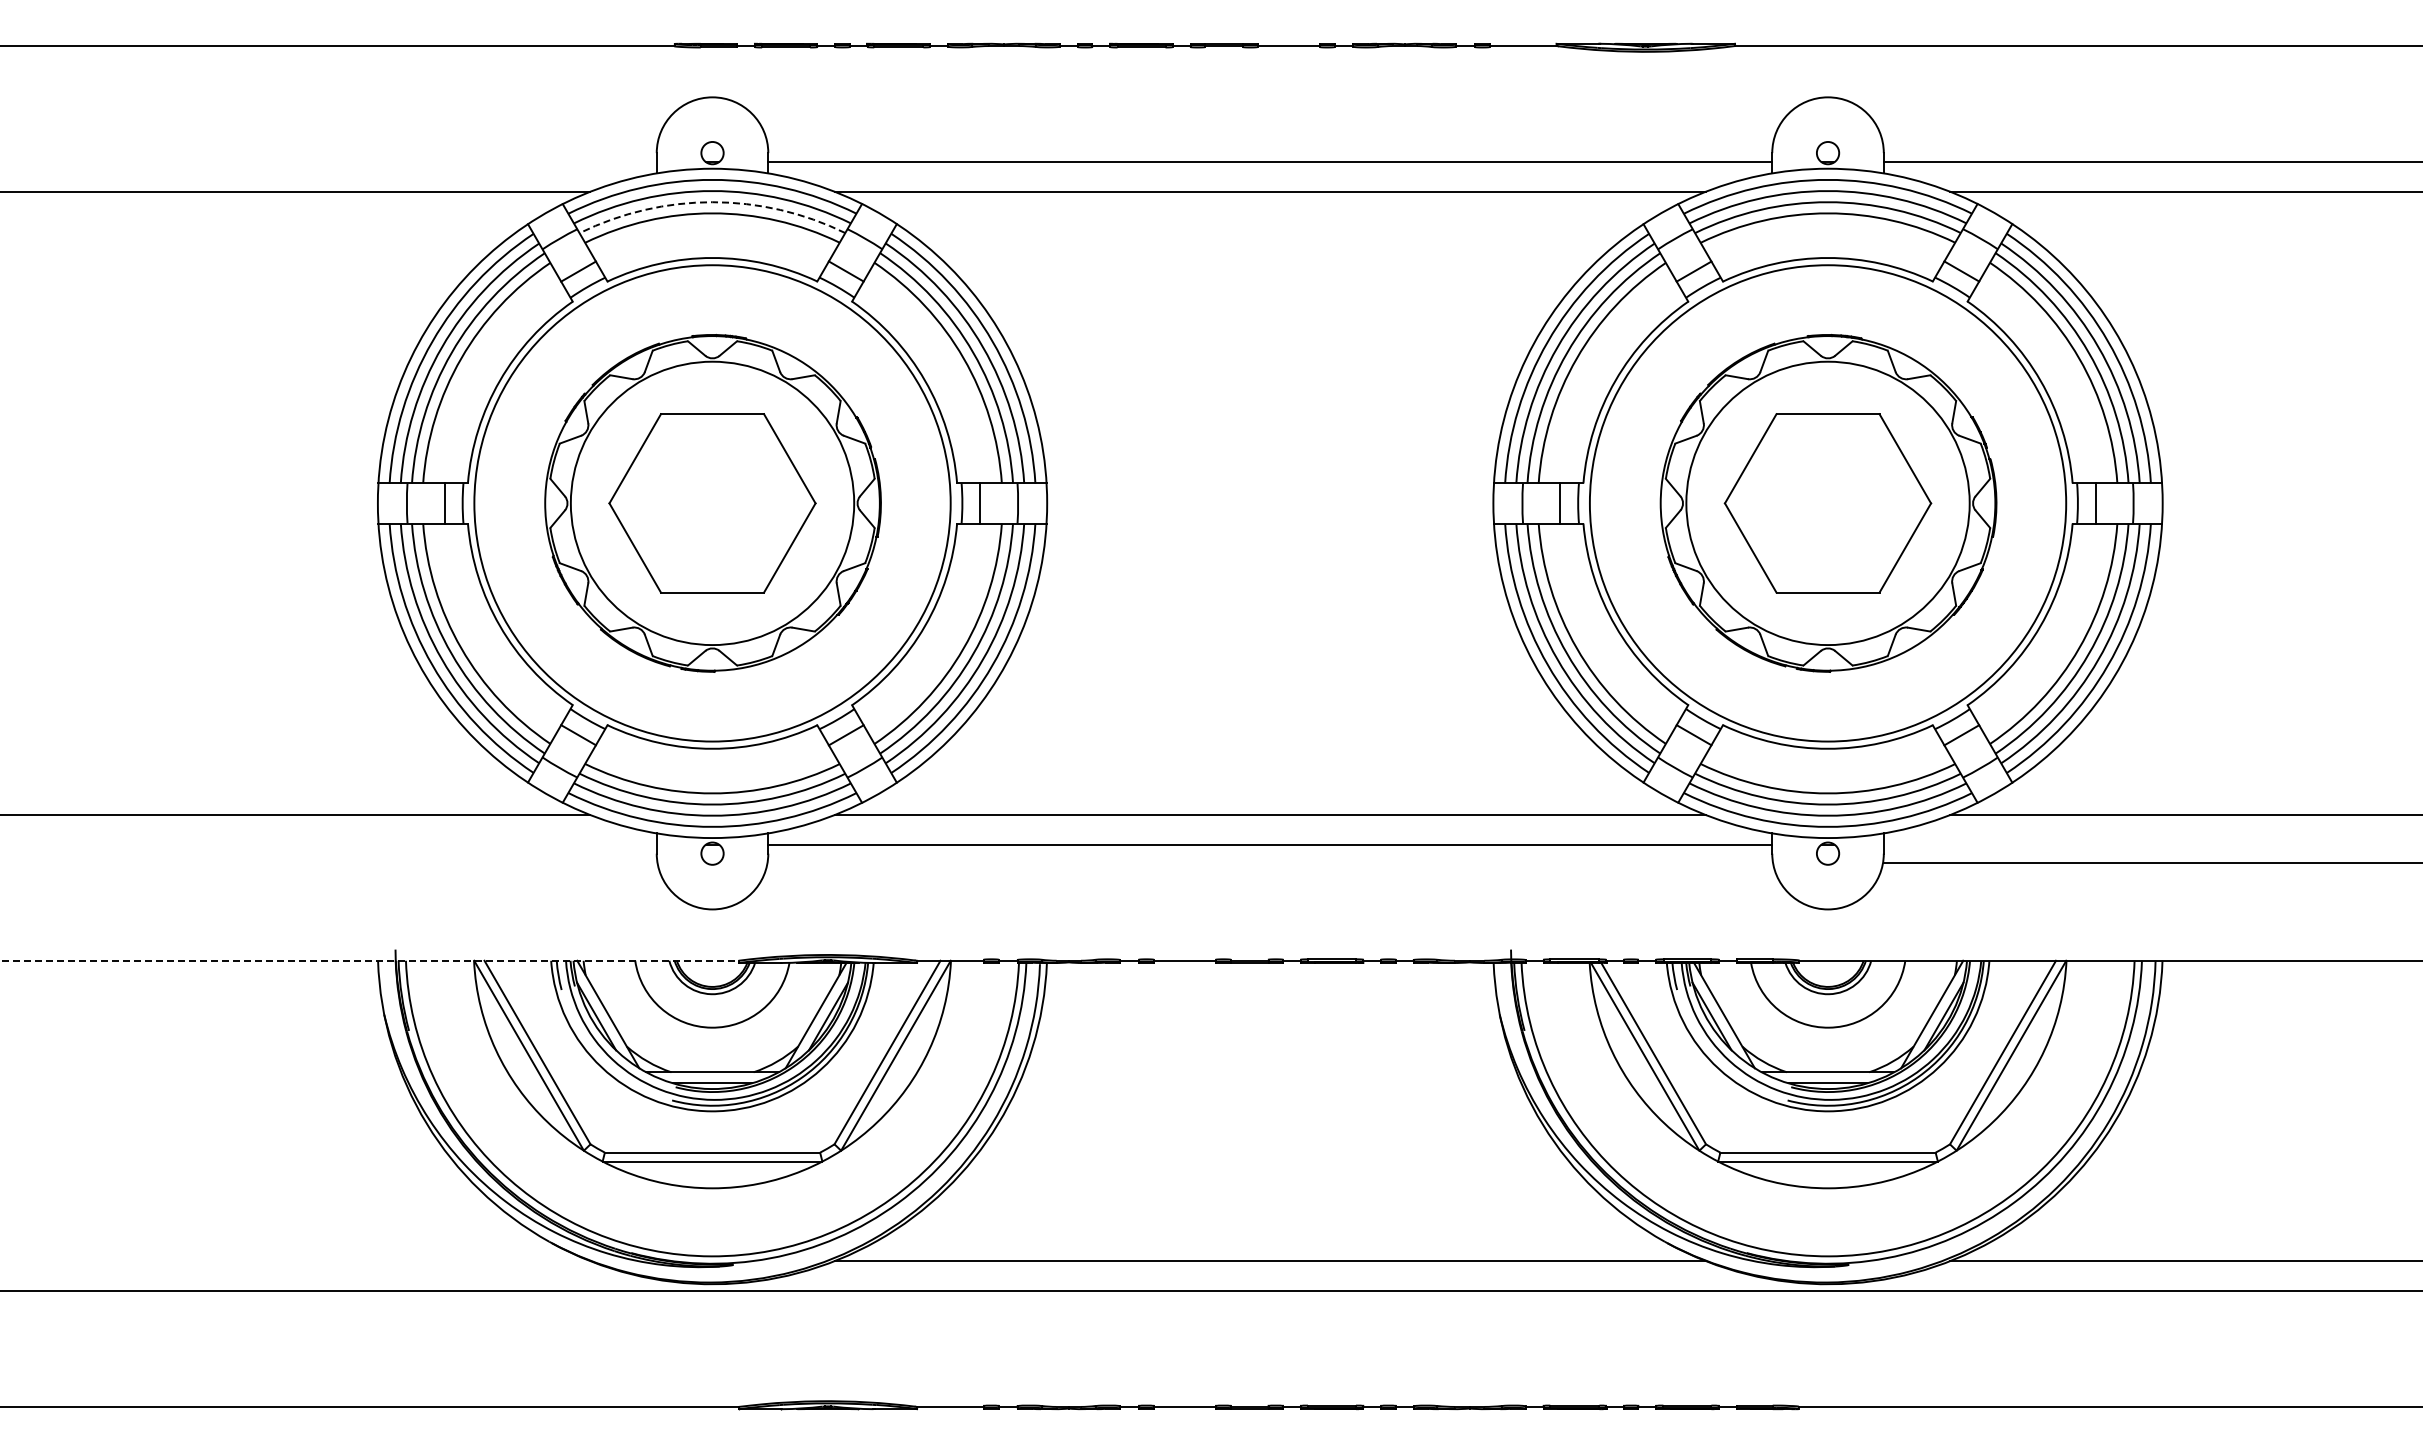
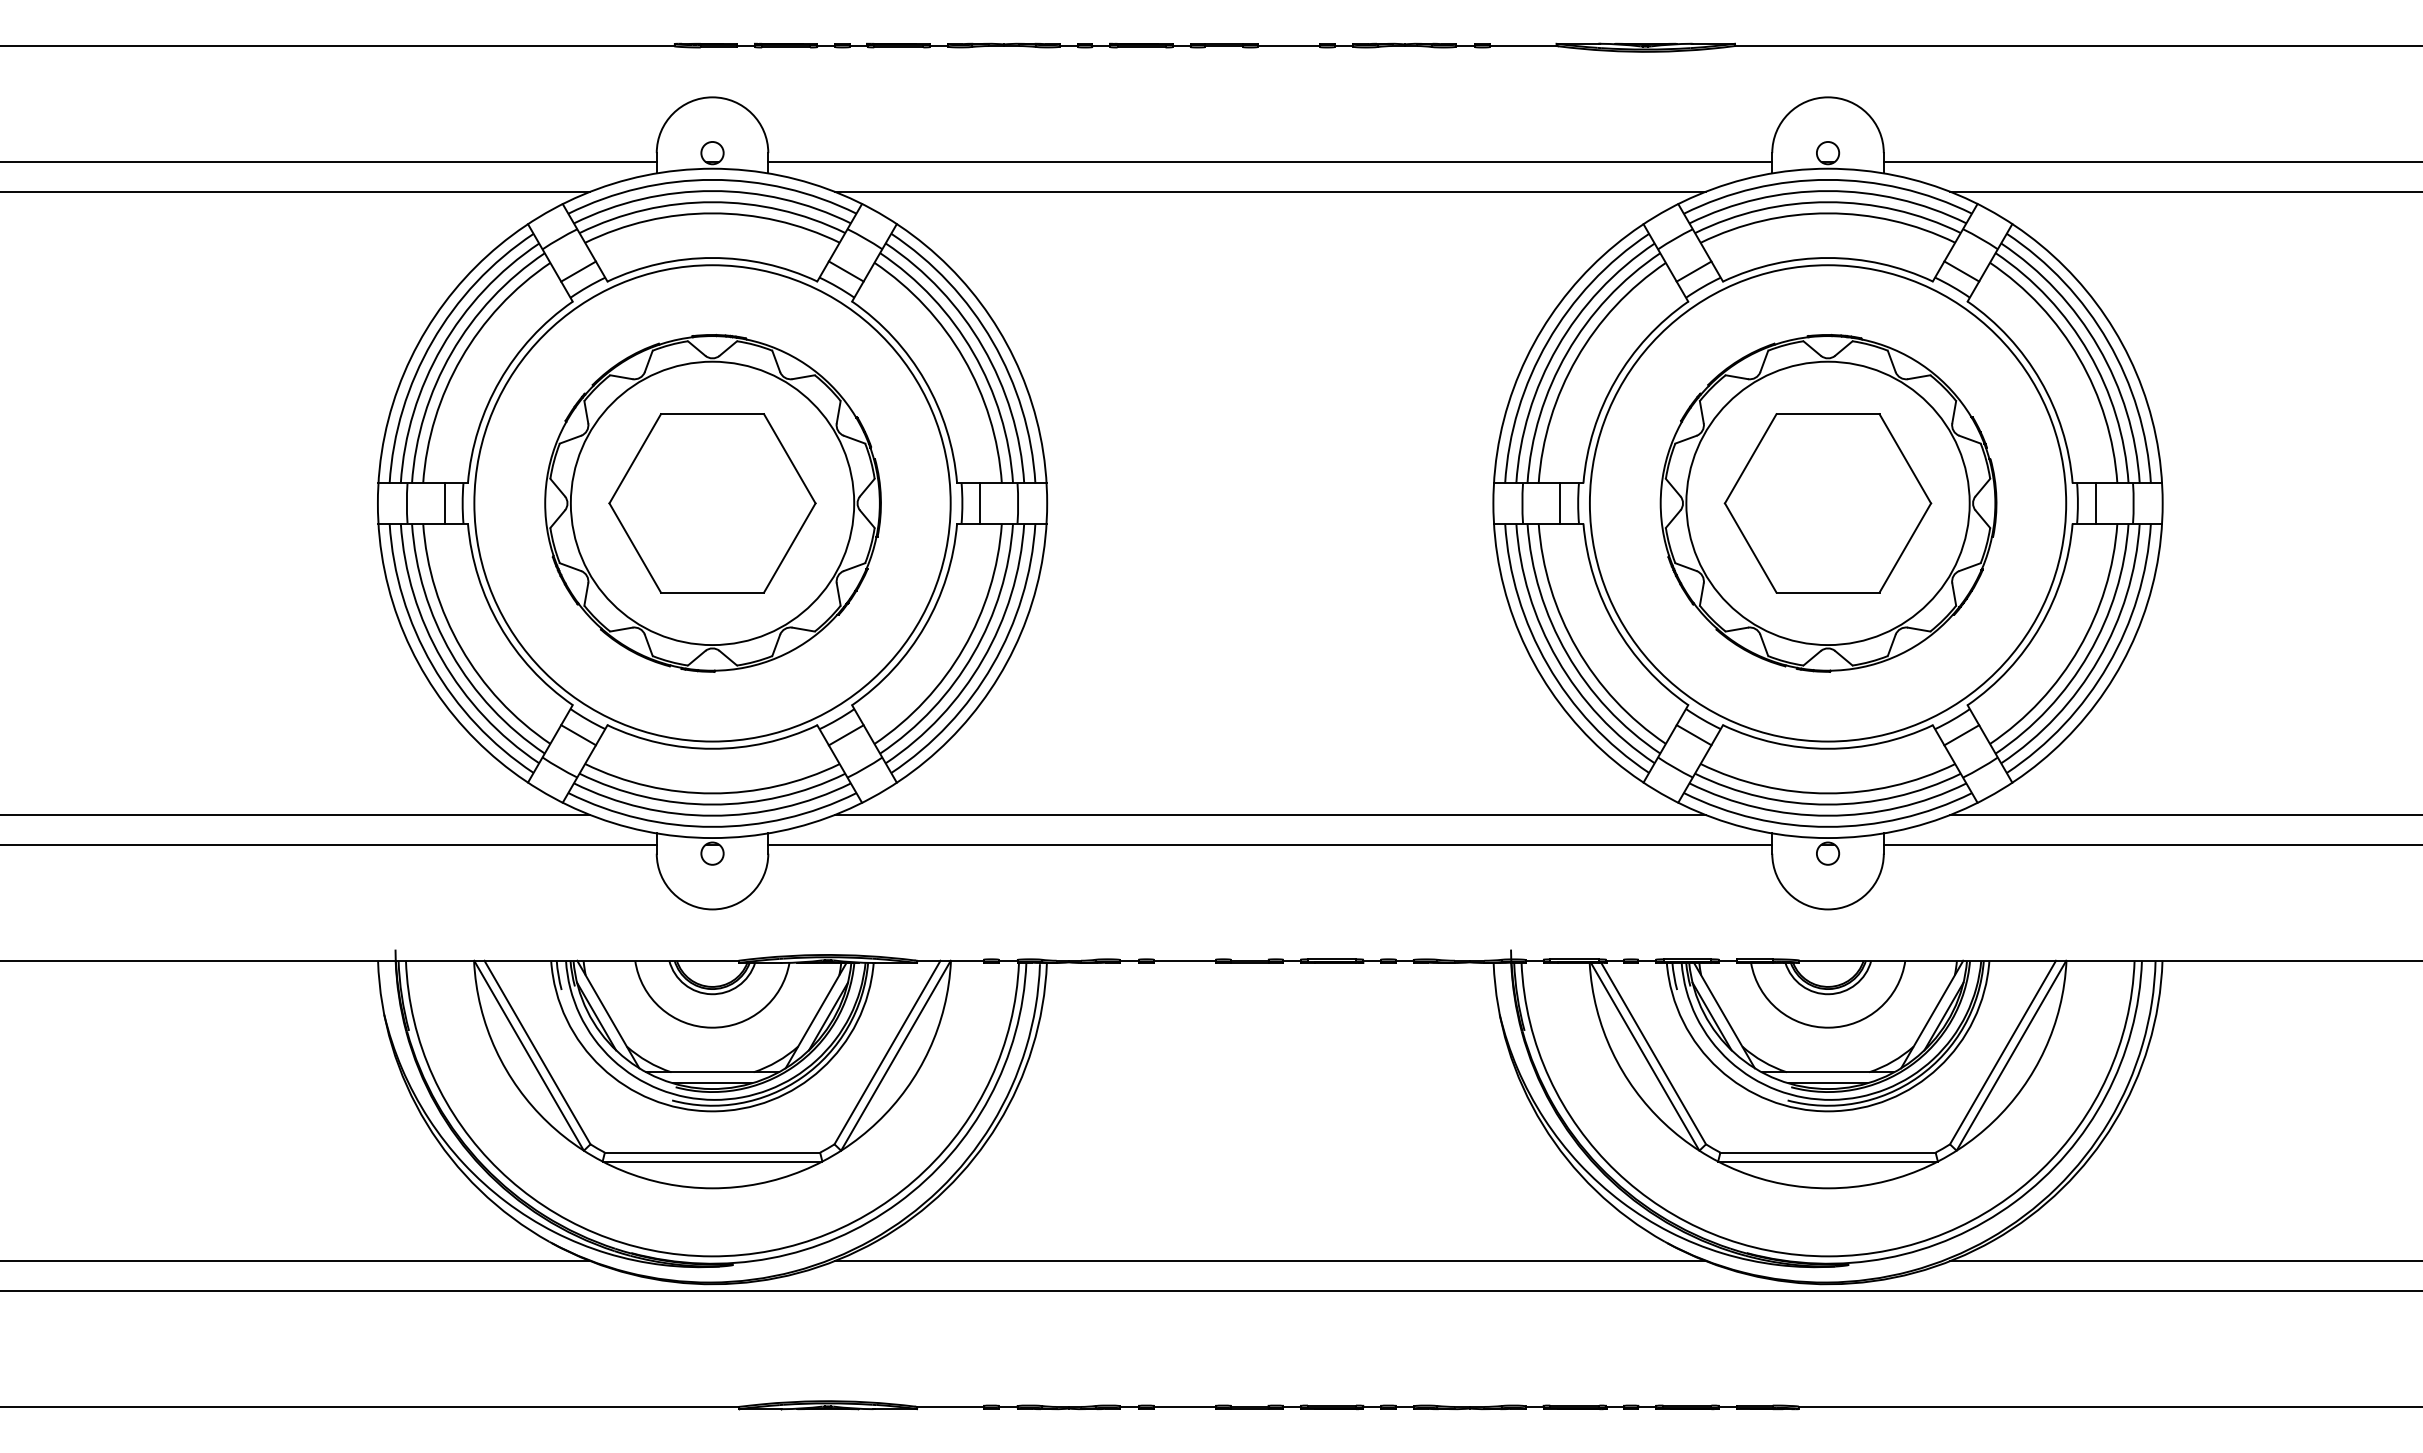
line at (329, 162): none -> present
arc at (712, 202): dashed -> solid
line at (329, 844): none -> present
line at (2151, 862) position: (2151, 862) -> (2151, 844)
line at (370, 960): dashed -> solid
line at (296, 1261): none -> present
